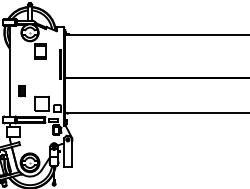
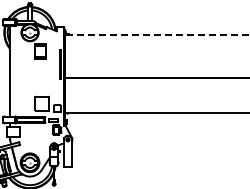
line at (156, 35): solid -> dashed
part at (21, 91): present -> none
